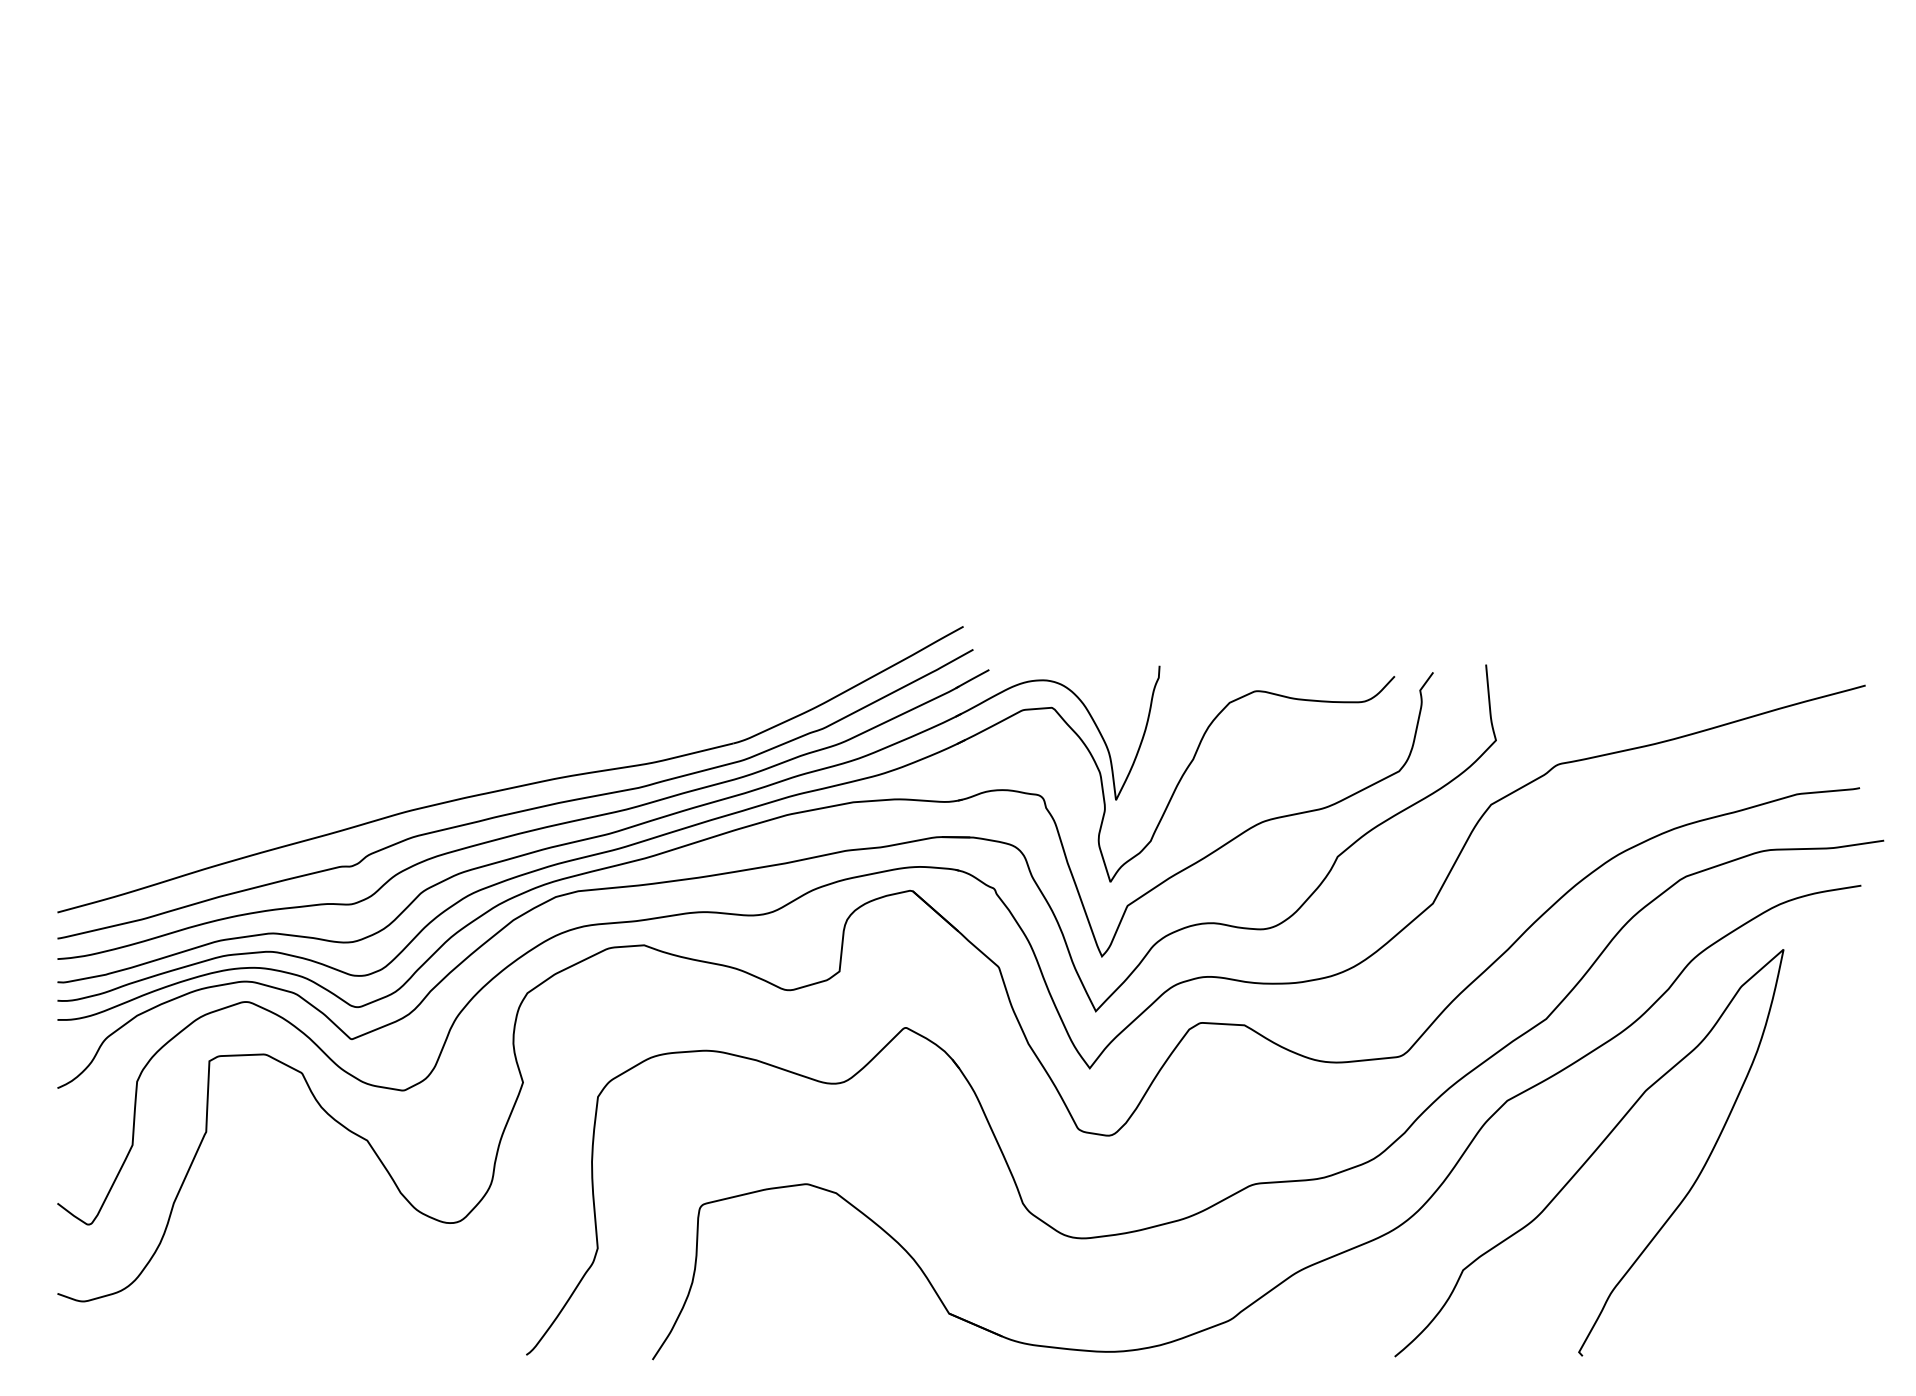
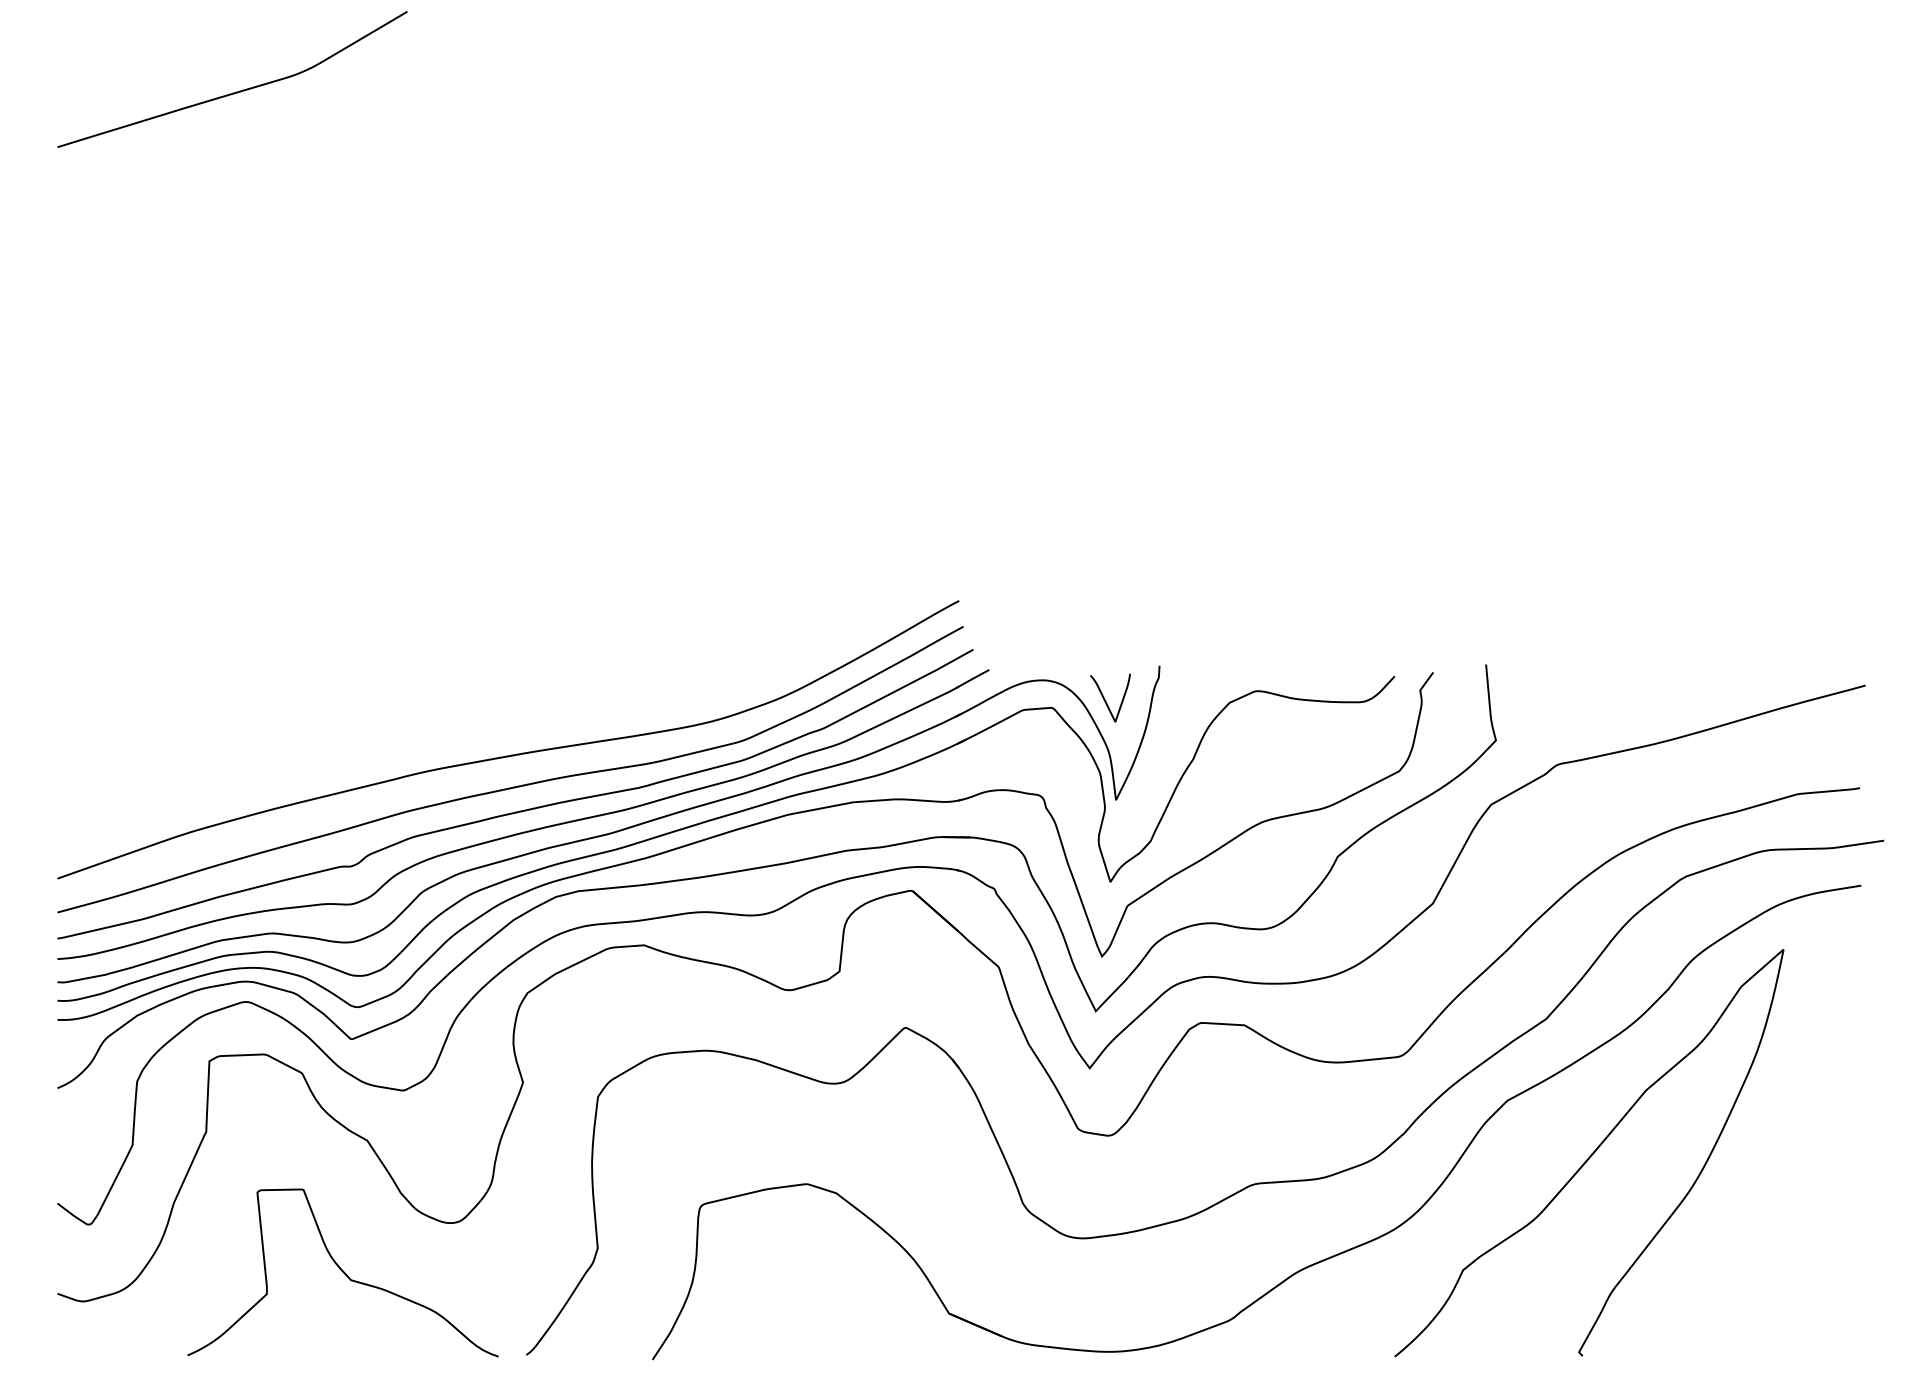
curve at (236, 91): none -> present
curve at (1105, 699): none -> present
curve at (511, 754): none -> present
curve at (342, 1272): none -> present
